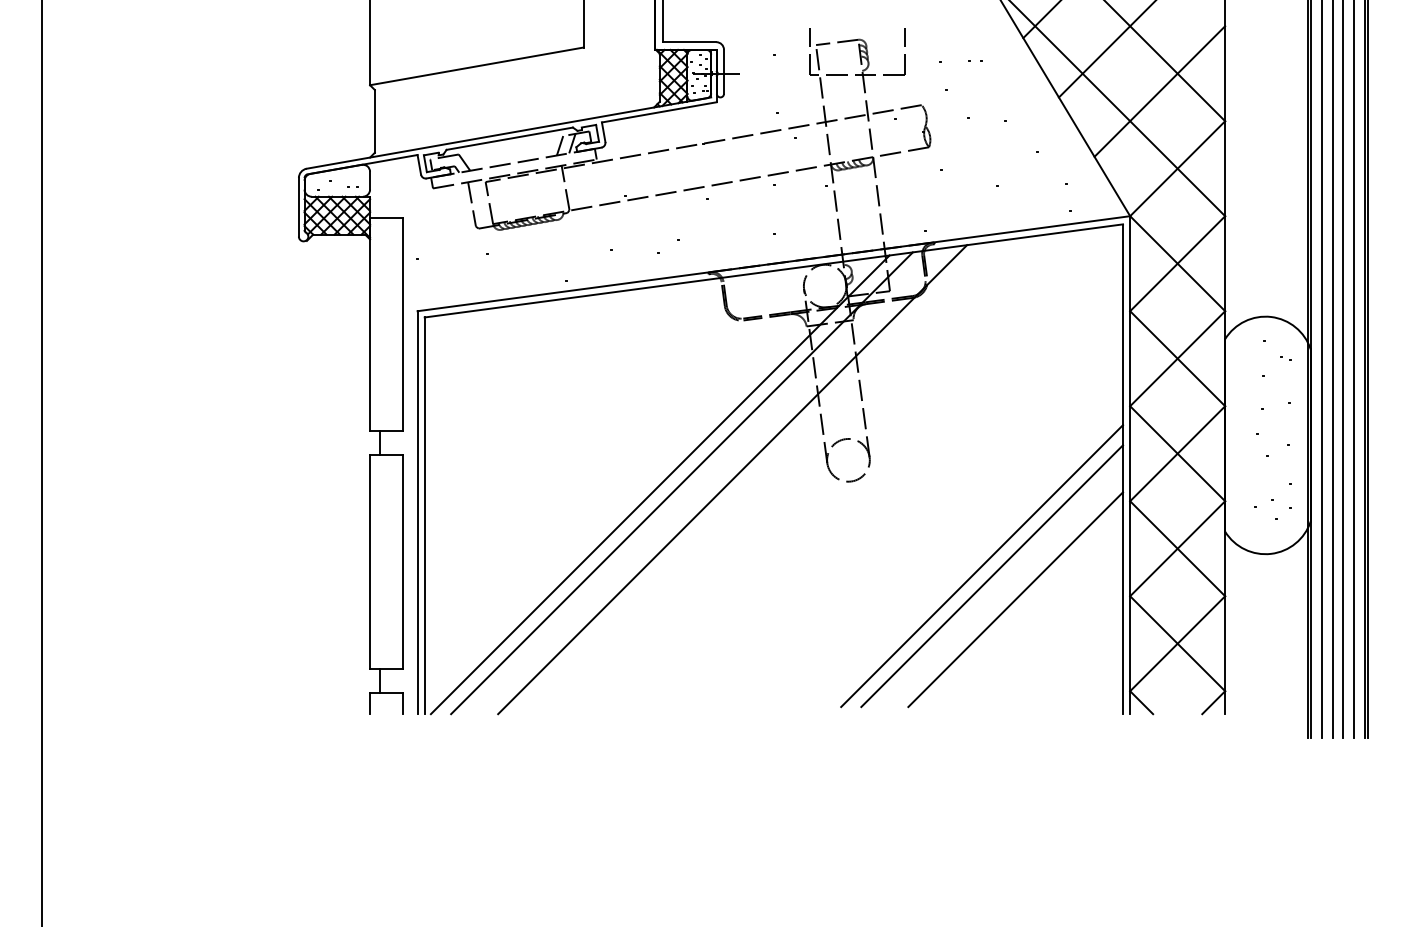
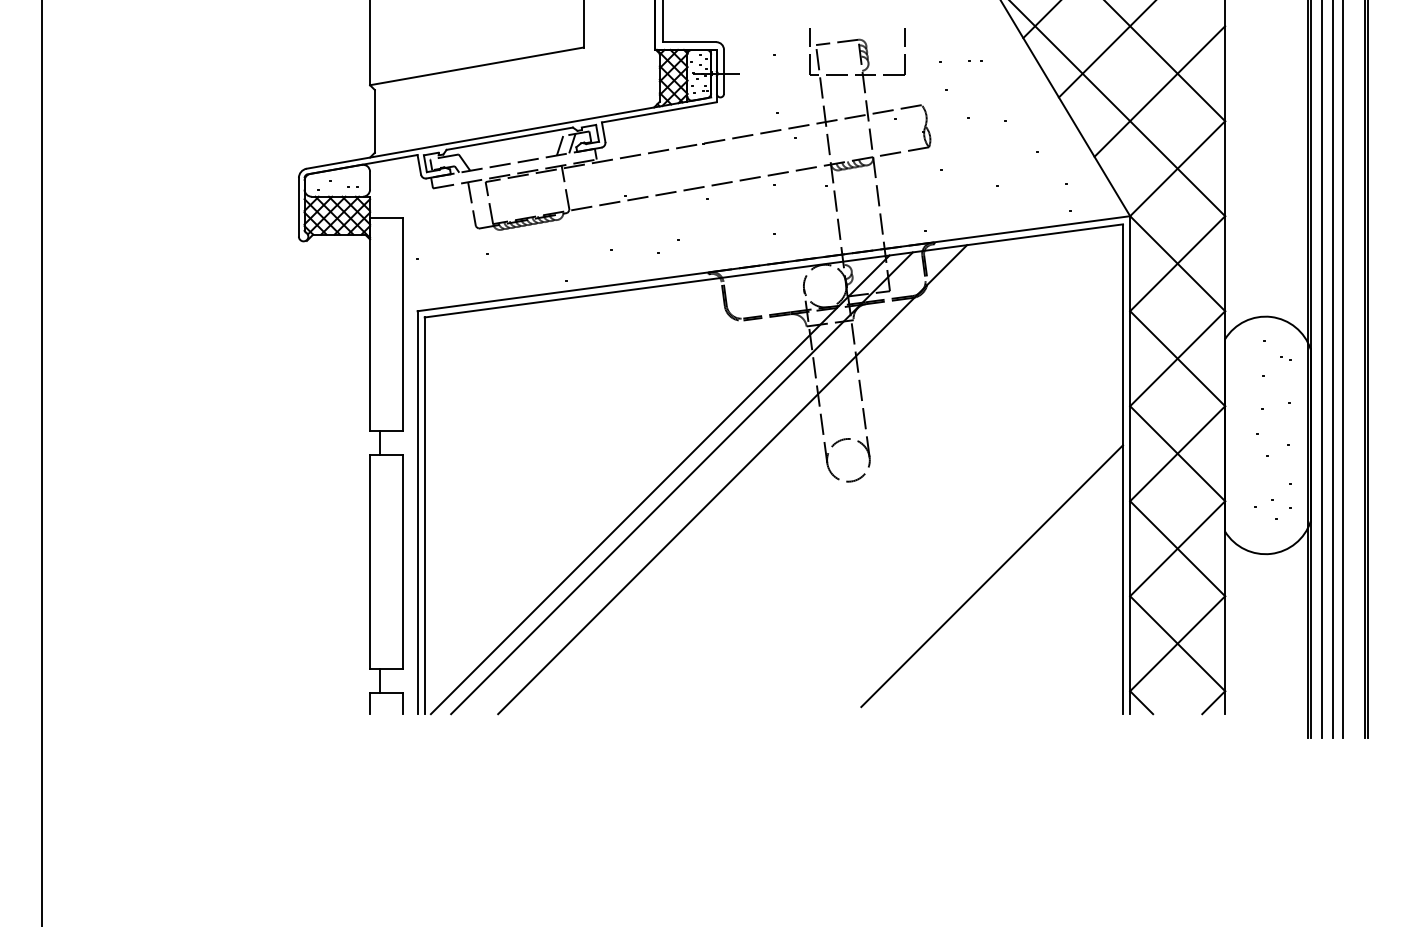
line at (1354, 369): present -> none
line at (982, 566): present -> none
line at (1015, 599): present -> none
